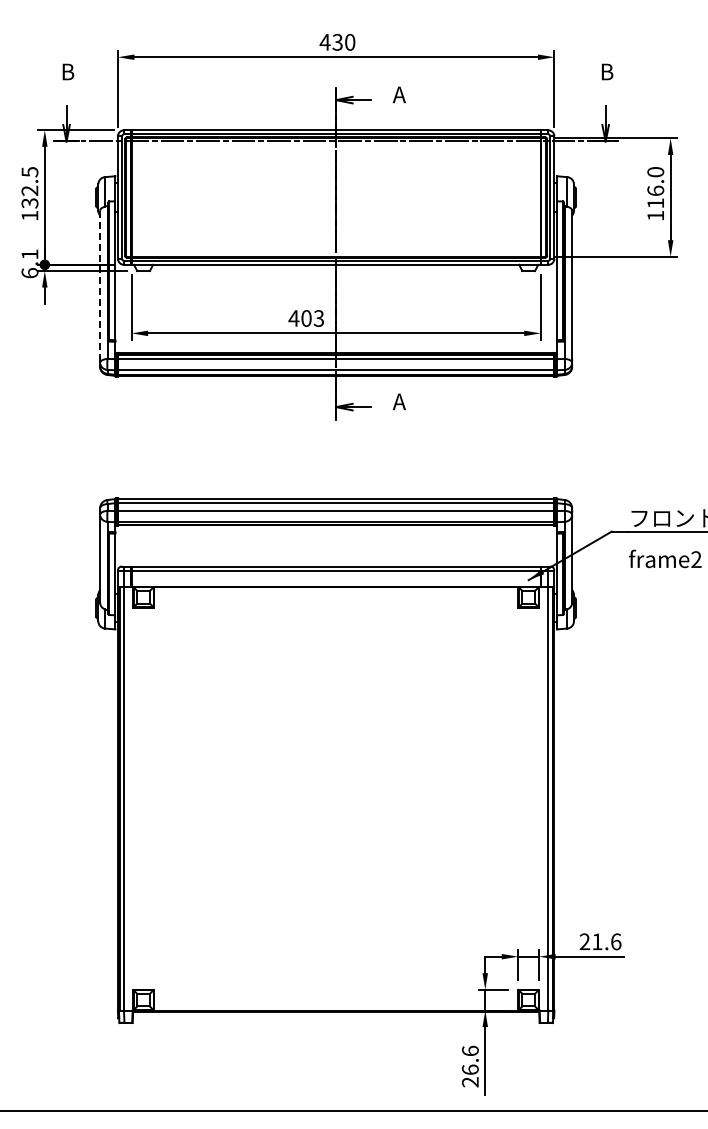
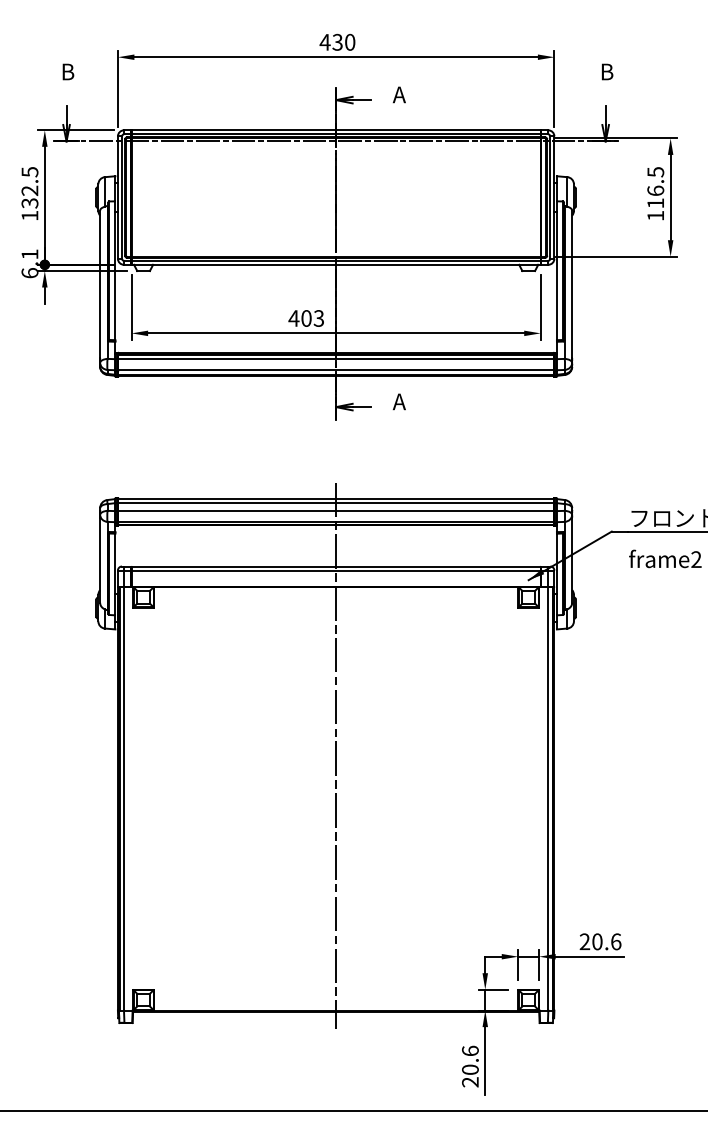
text at (655, 172): 116.0 -> 116.5
line at (100, 284): dashed -> solid
line at (336, 755): none -> present
text at (597, 941): 21.6 -> 20.6
text at (470, 1069): 26.6 -> 20.6
